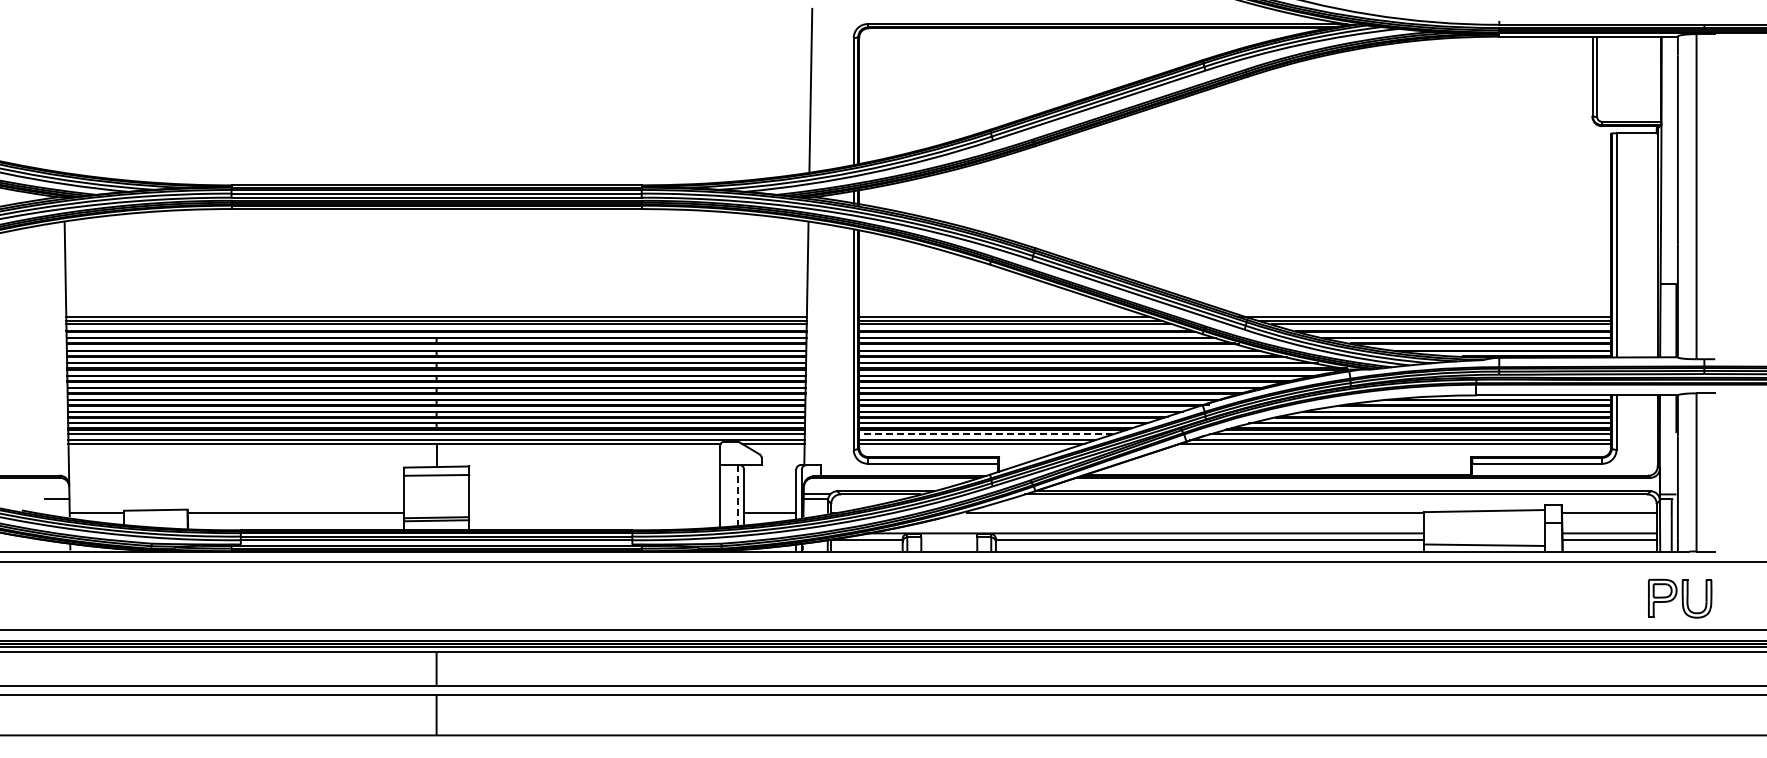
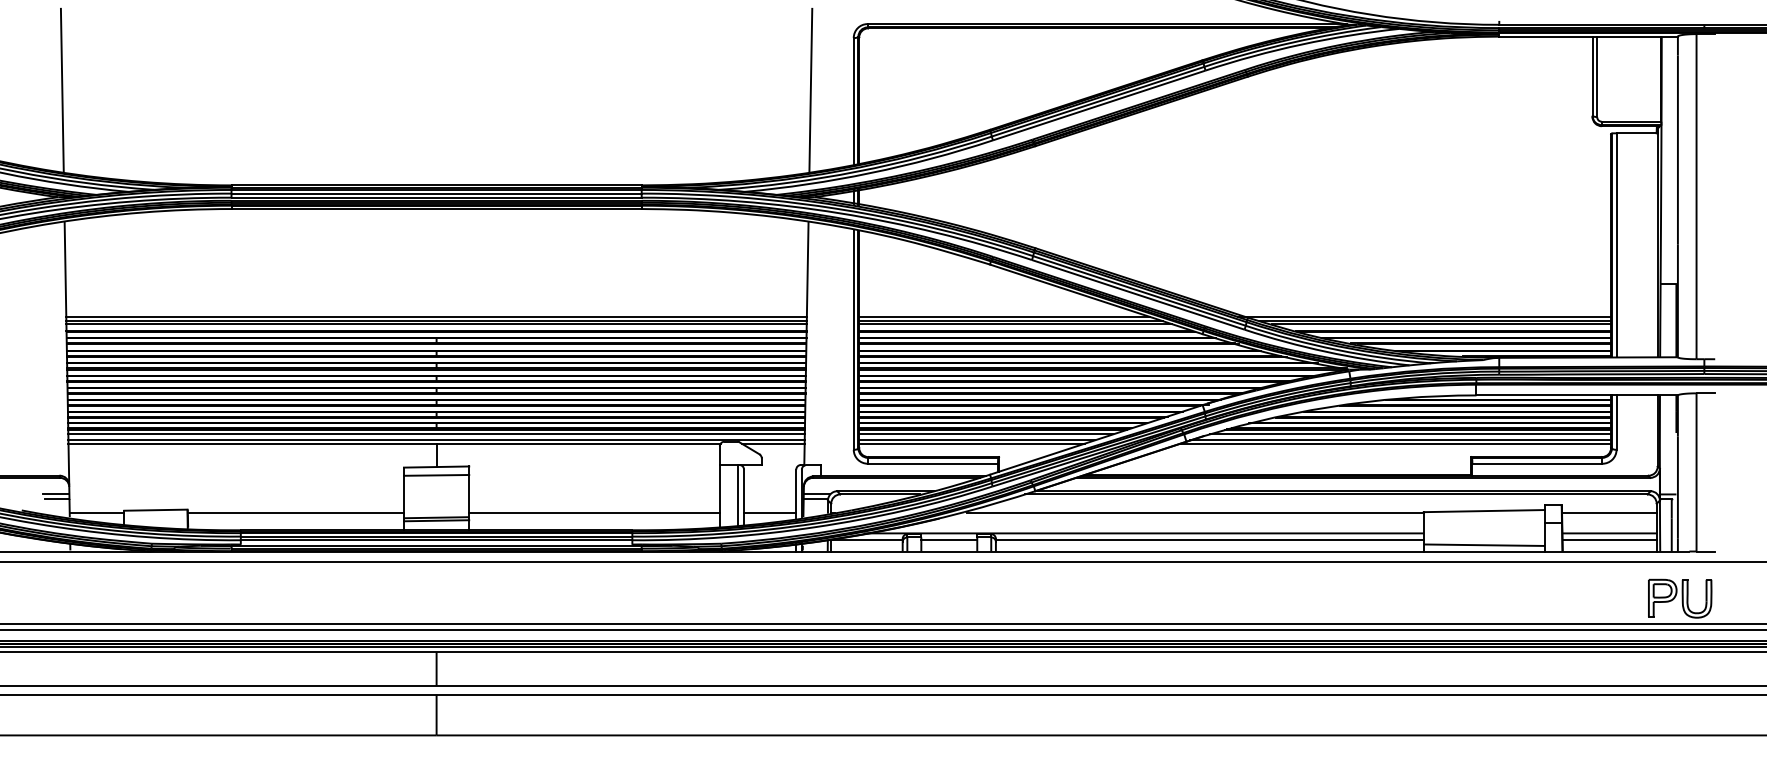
line at (61, 89): none -> present
line at (985, 434): dashed -> solid
line at (55, 494): none -> present
line at (738, 495): dashed -> solid
line at (594, 512): none -> present
line at (949, 540): none -> present
line at (882, 623): none -> present
